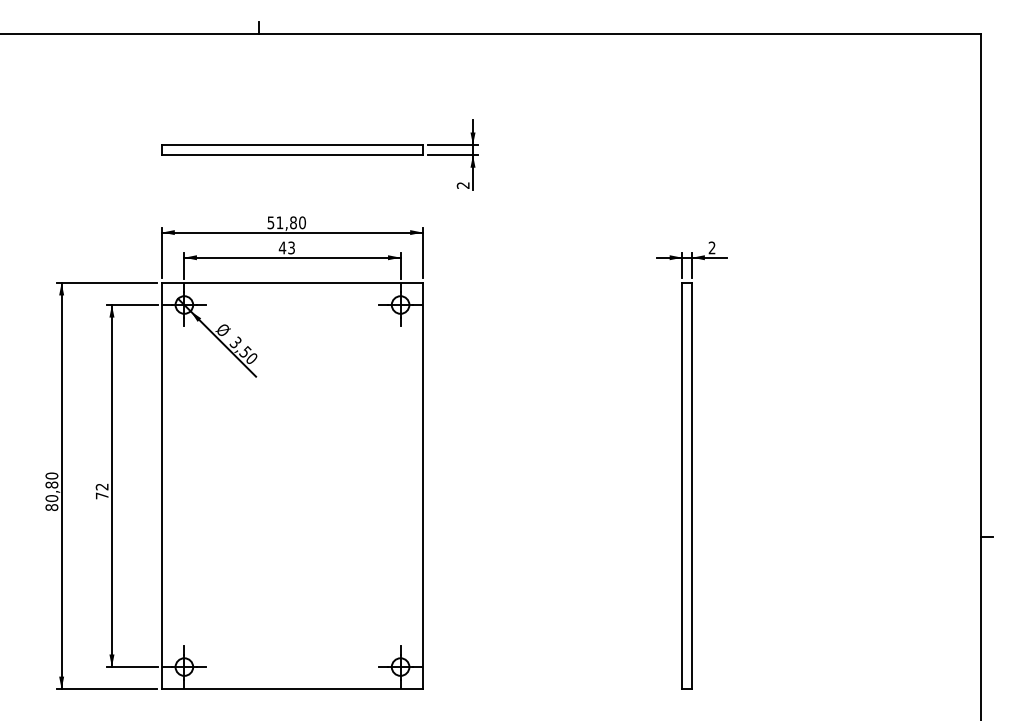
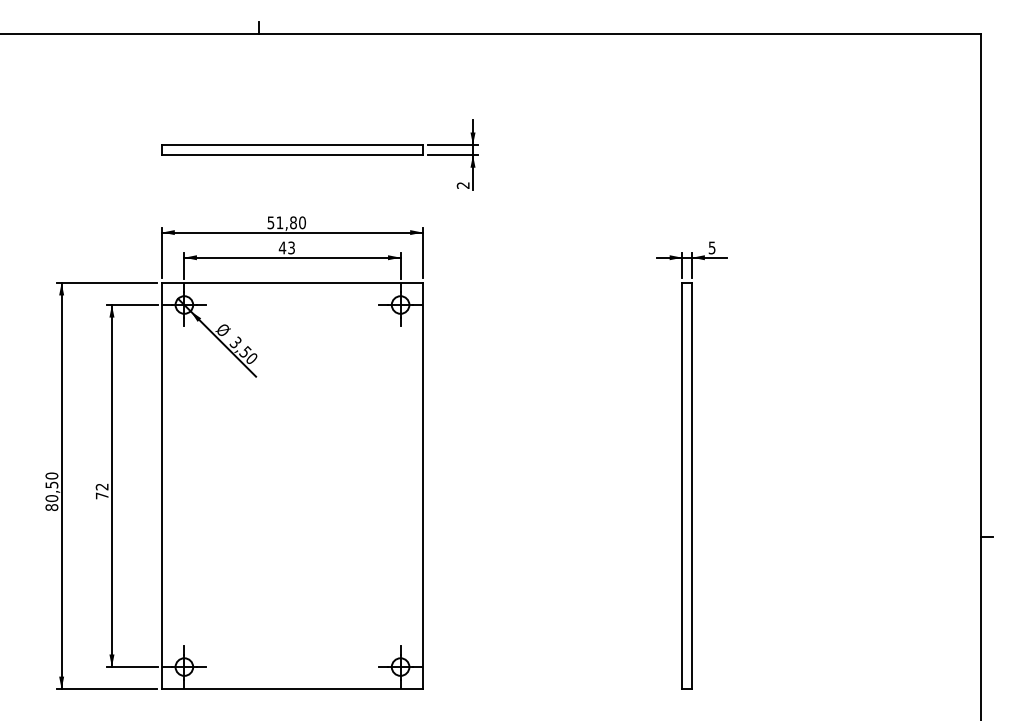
text at (711, 247): 2 -> 5
text at (51, 484): 80,80 -> 80,50
